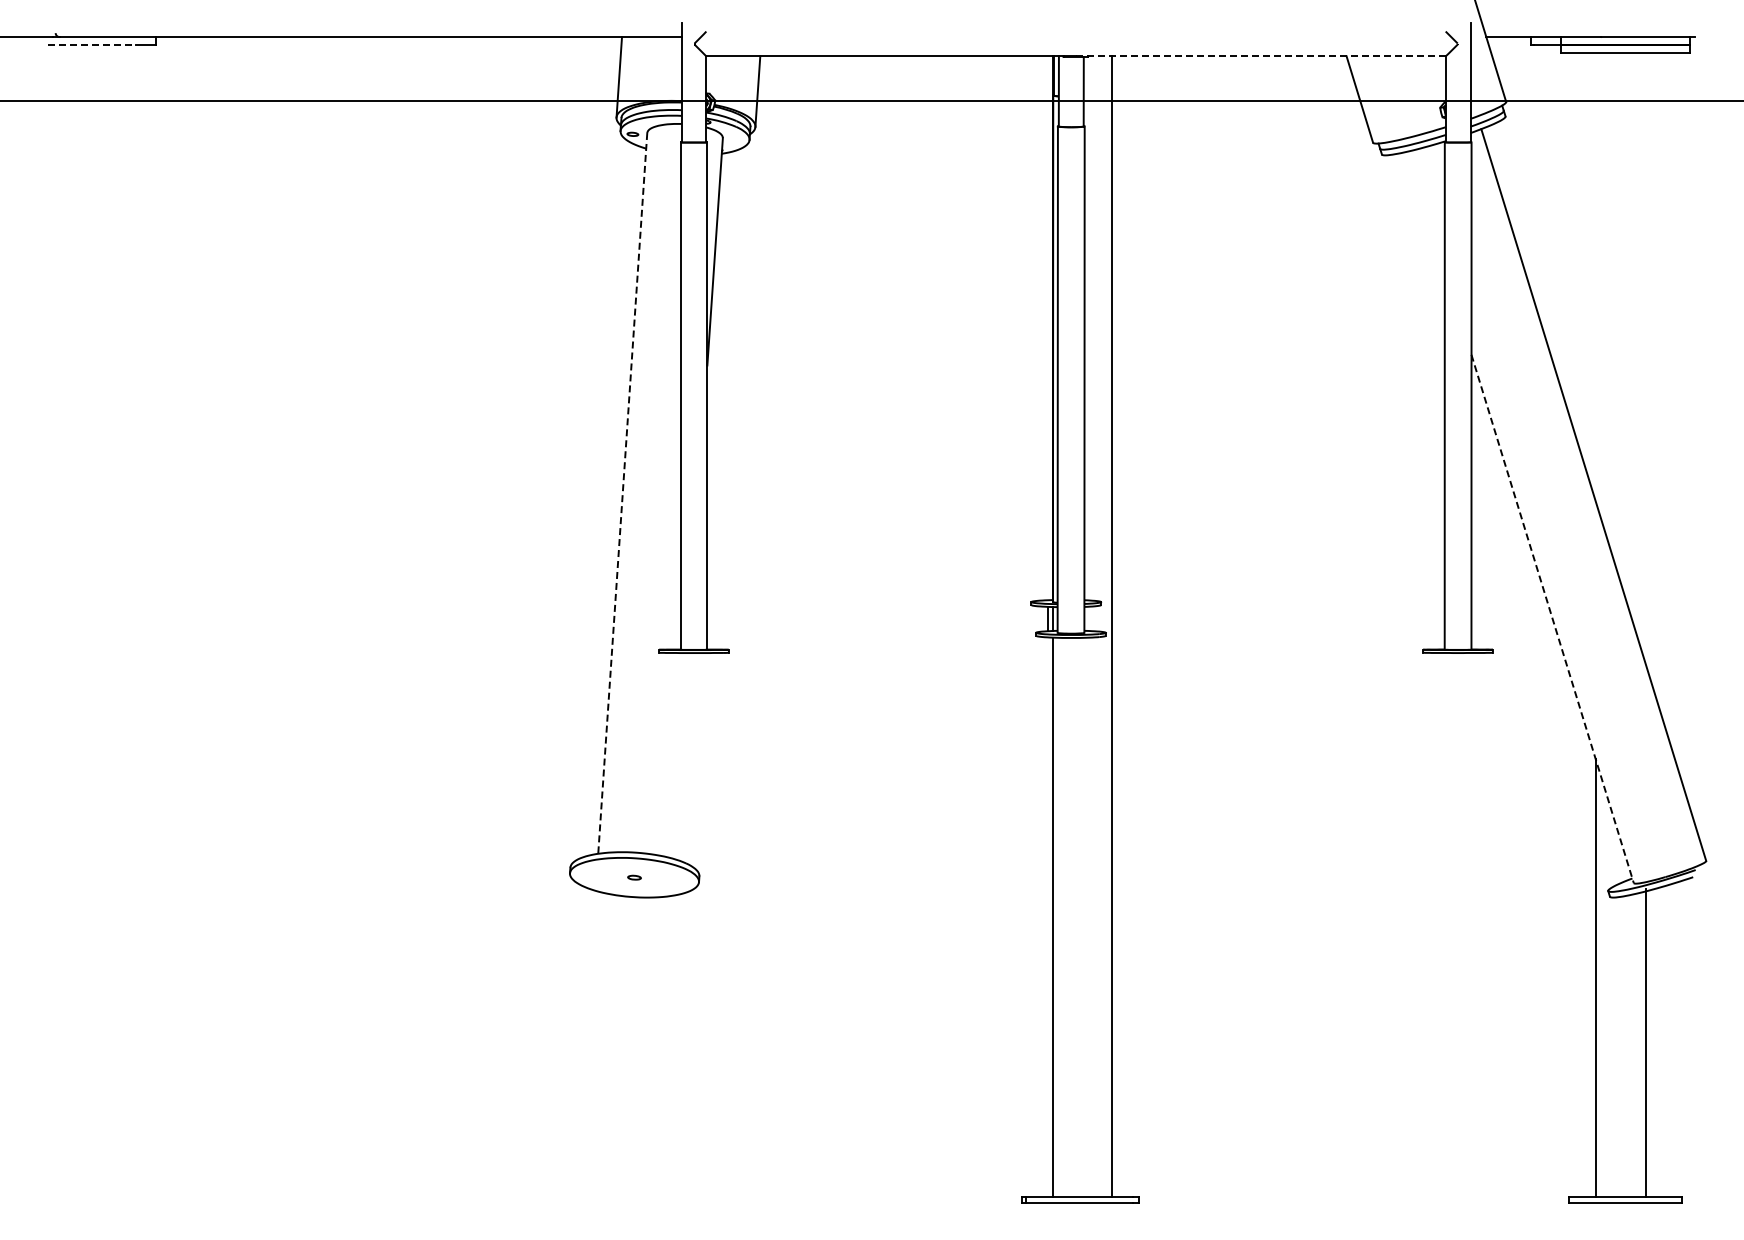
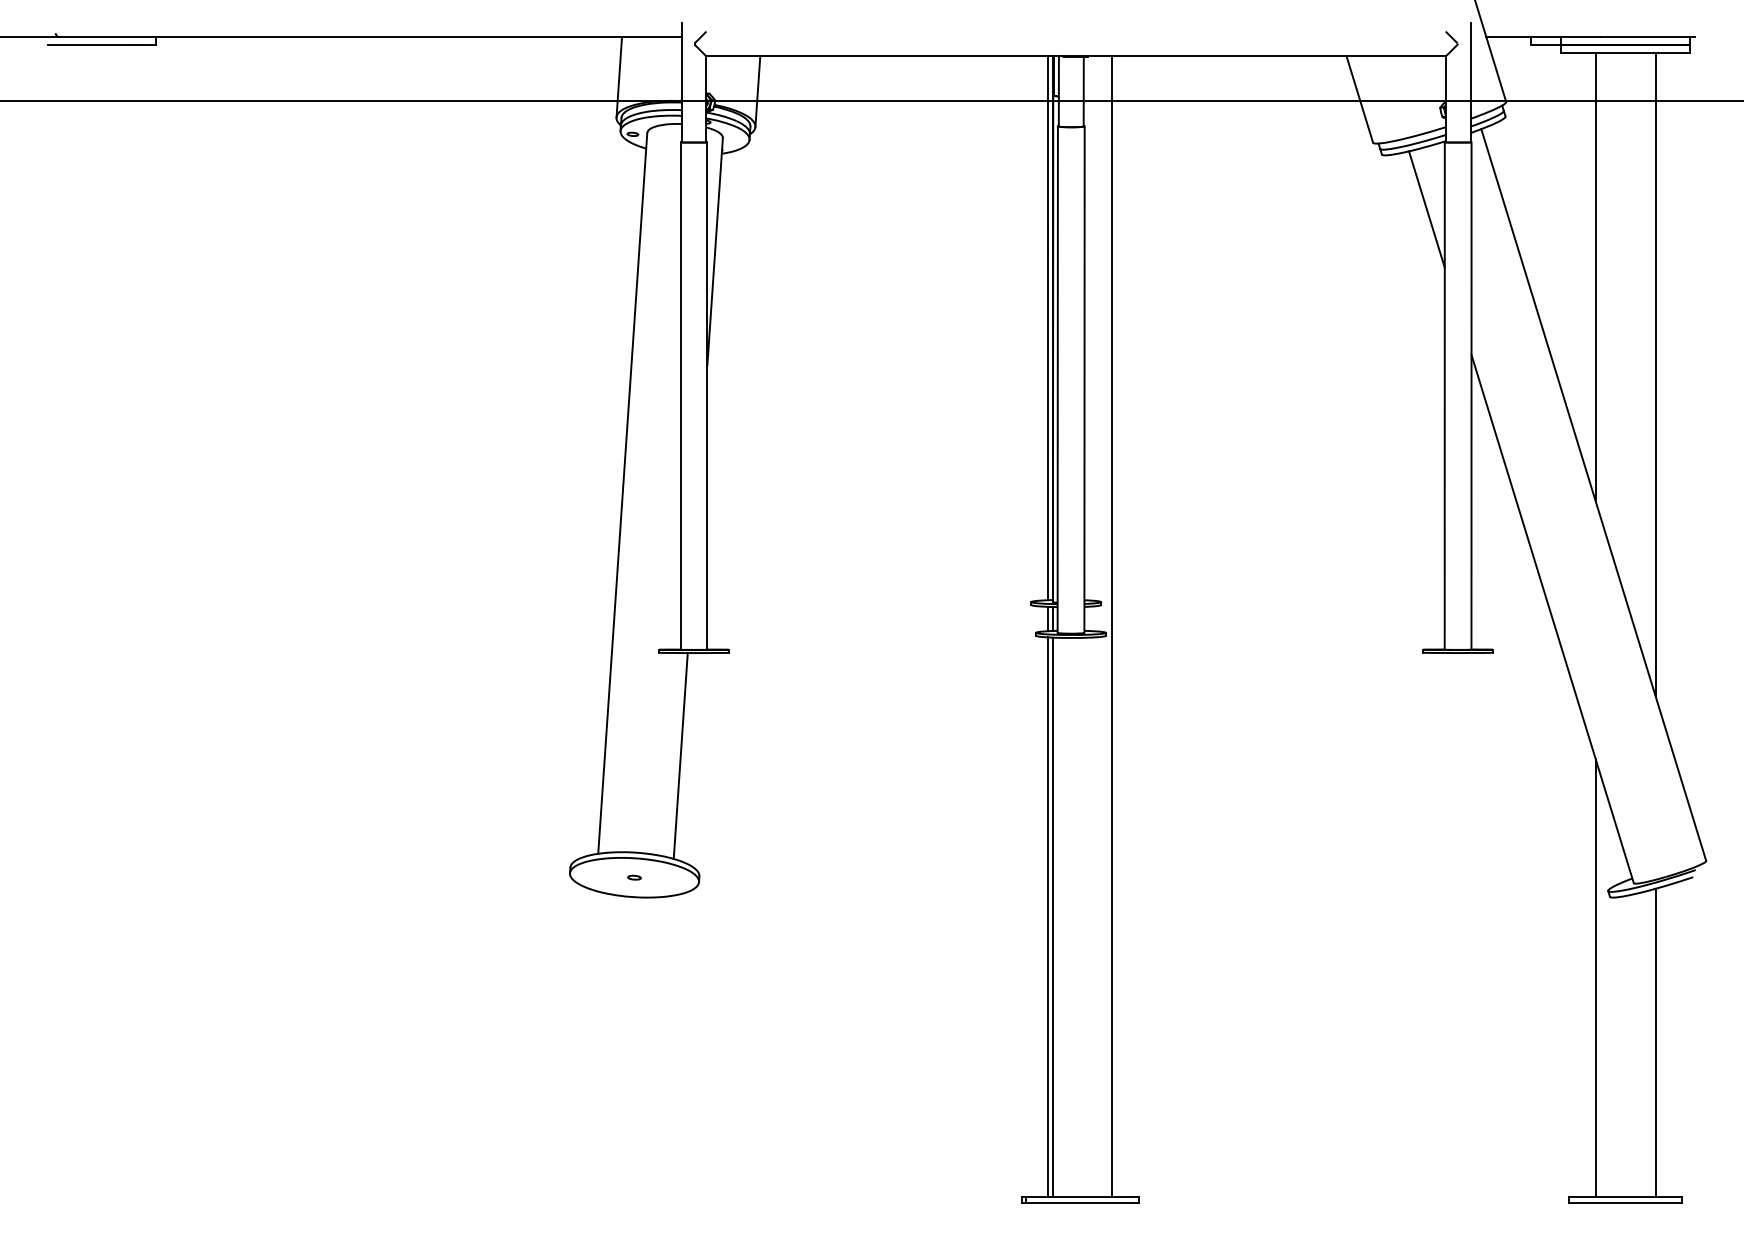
line at (92, 45): dashed -> solid
line at (1260, 56): dashed -> solid
line at (1426, 209): none -> present
line at (1595, 277): none -> present
line at (1048, 328): none -> present
line at (1655, 374): none -> present
line at (622, 493): dashed -> solid
line at (1552, 619): dashed -> solid
line at (680, 755): none -> present
line at (1048, 917): none -> present
line at (1645, 1042) position: (1645, 1042) -> (1655, 1042)
